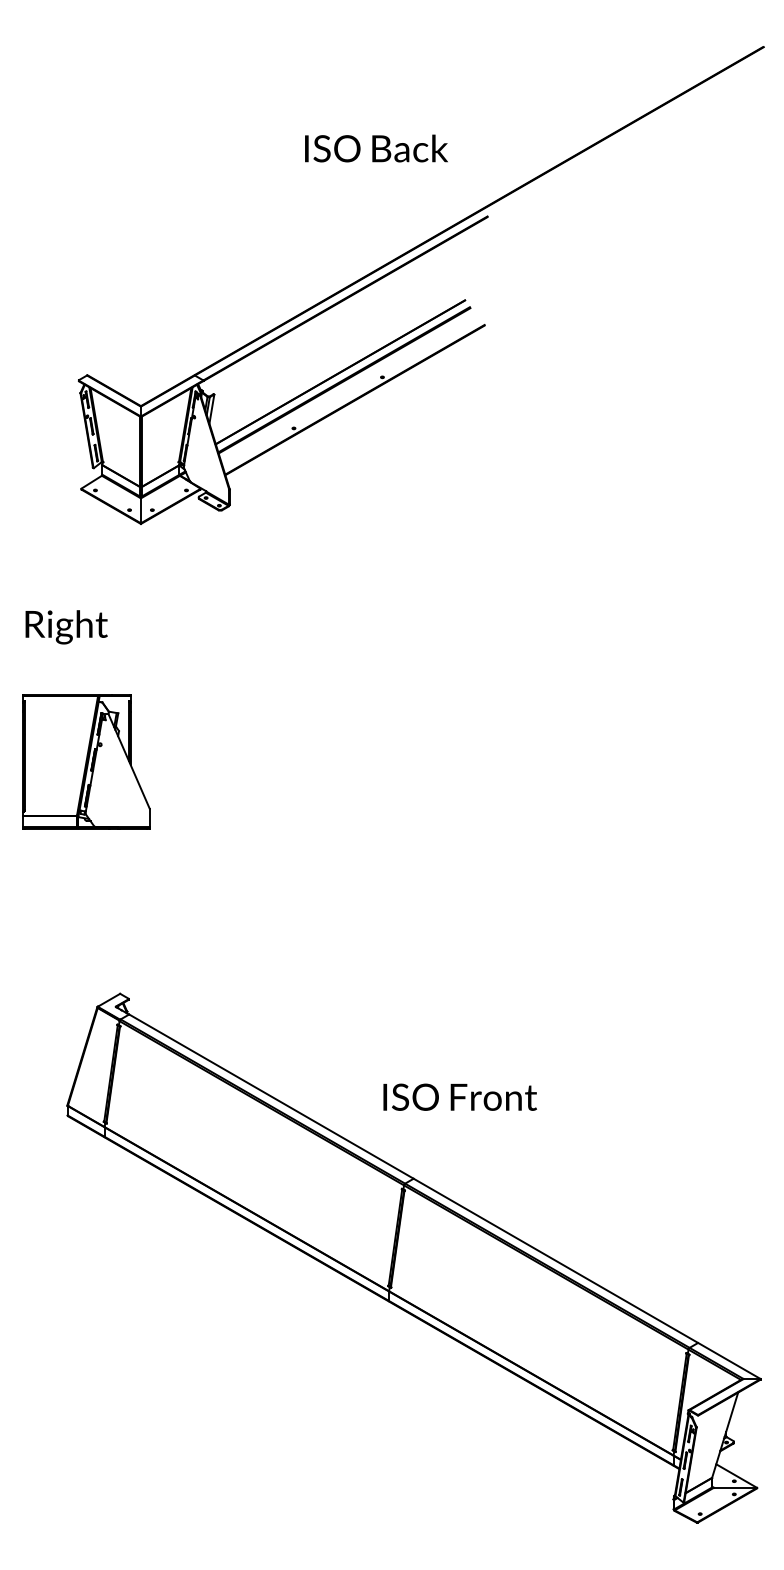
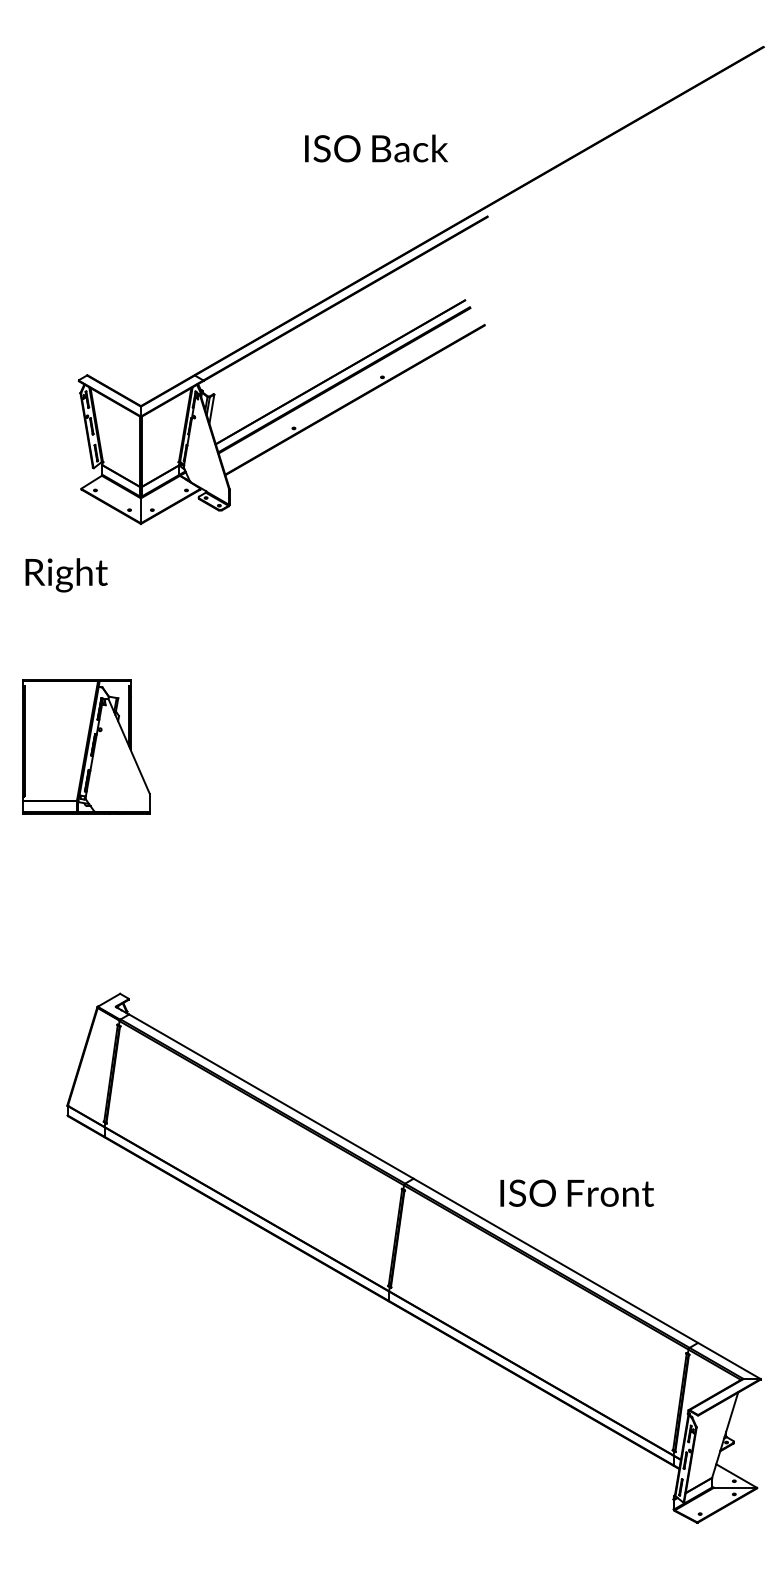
text at (66, 627) position: (66, 627) -> (66, 575)
part at (86, 761) position: (86, 761) -> (86, 746)
text at (459, 1096) position: (459, 1096) -> (576, 1192)
